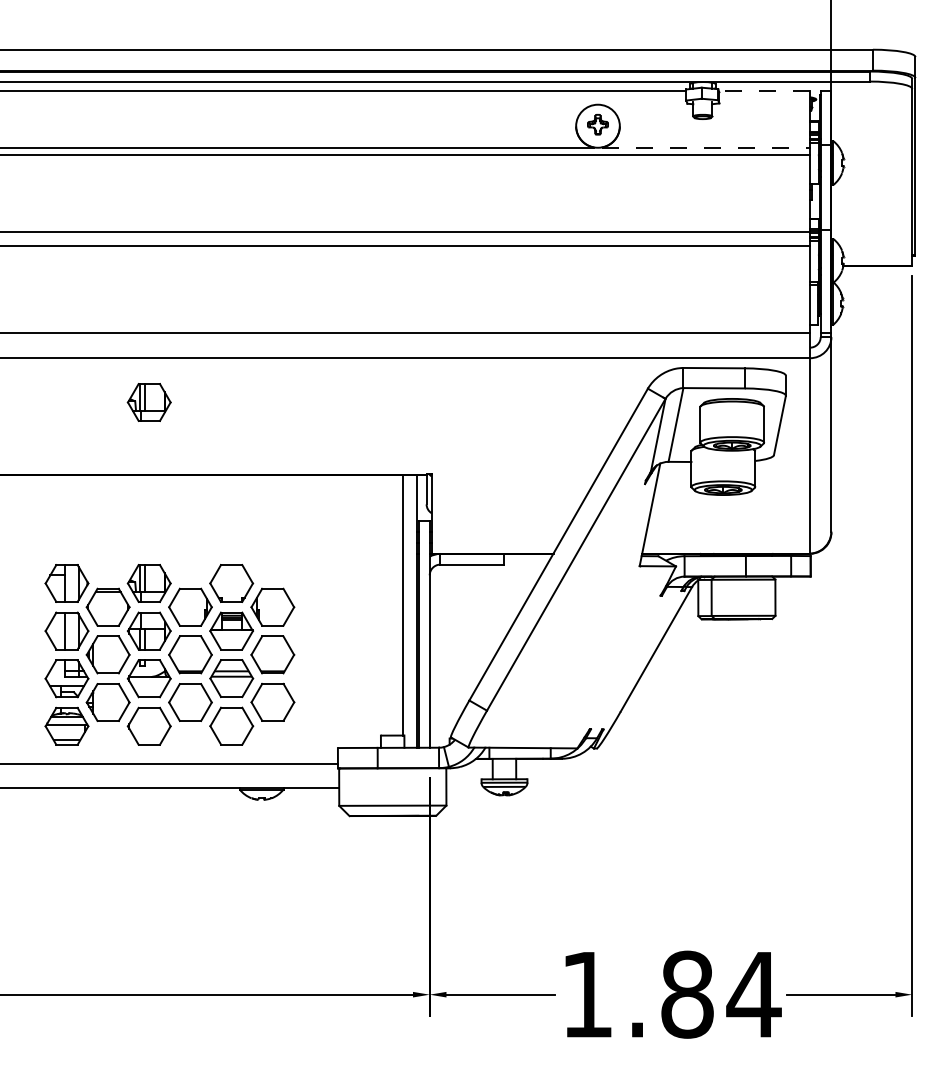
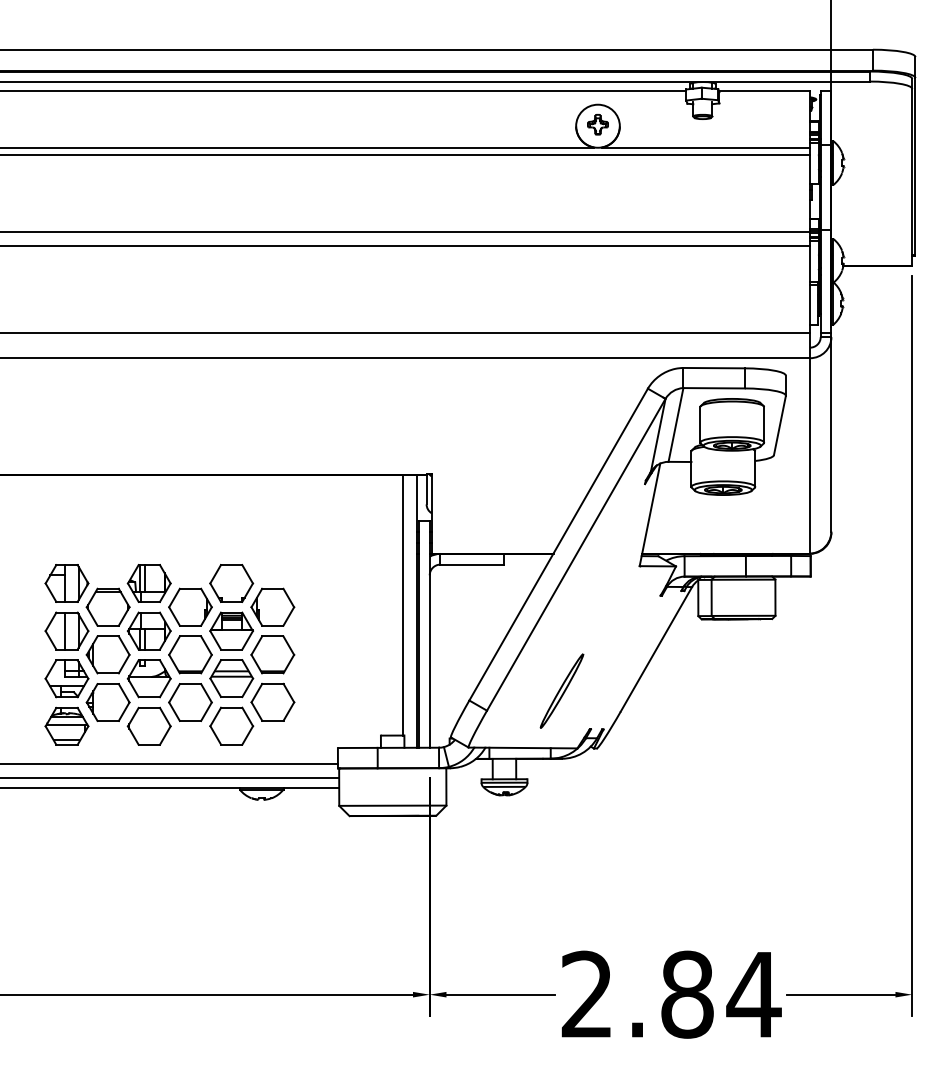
line at (764, 90): dashed -> solid
line at (706, 147): dashed -> solid
part at (148, 402): present -> none
part at (561, 690): none -> present
line at (170, 777): none -> present
text at (586, 993): 1.84 -> 2.84
